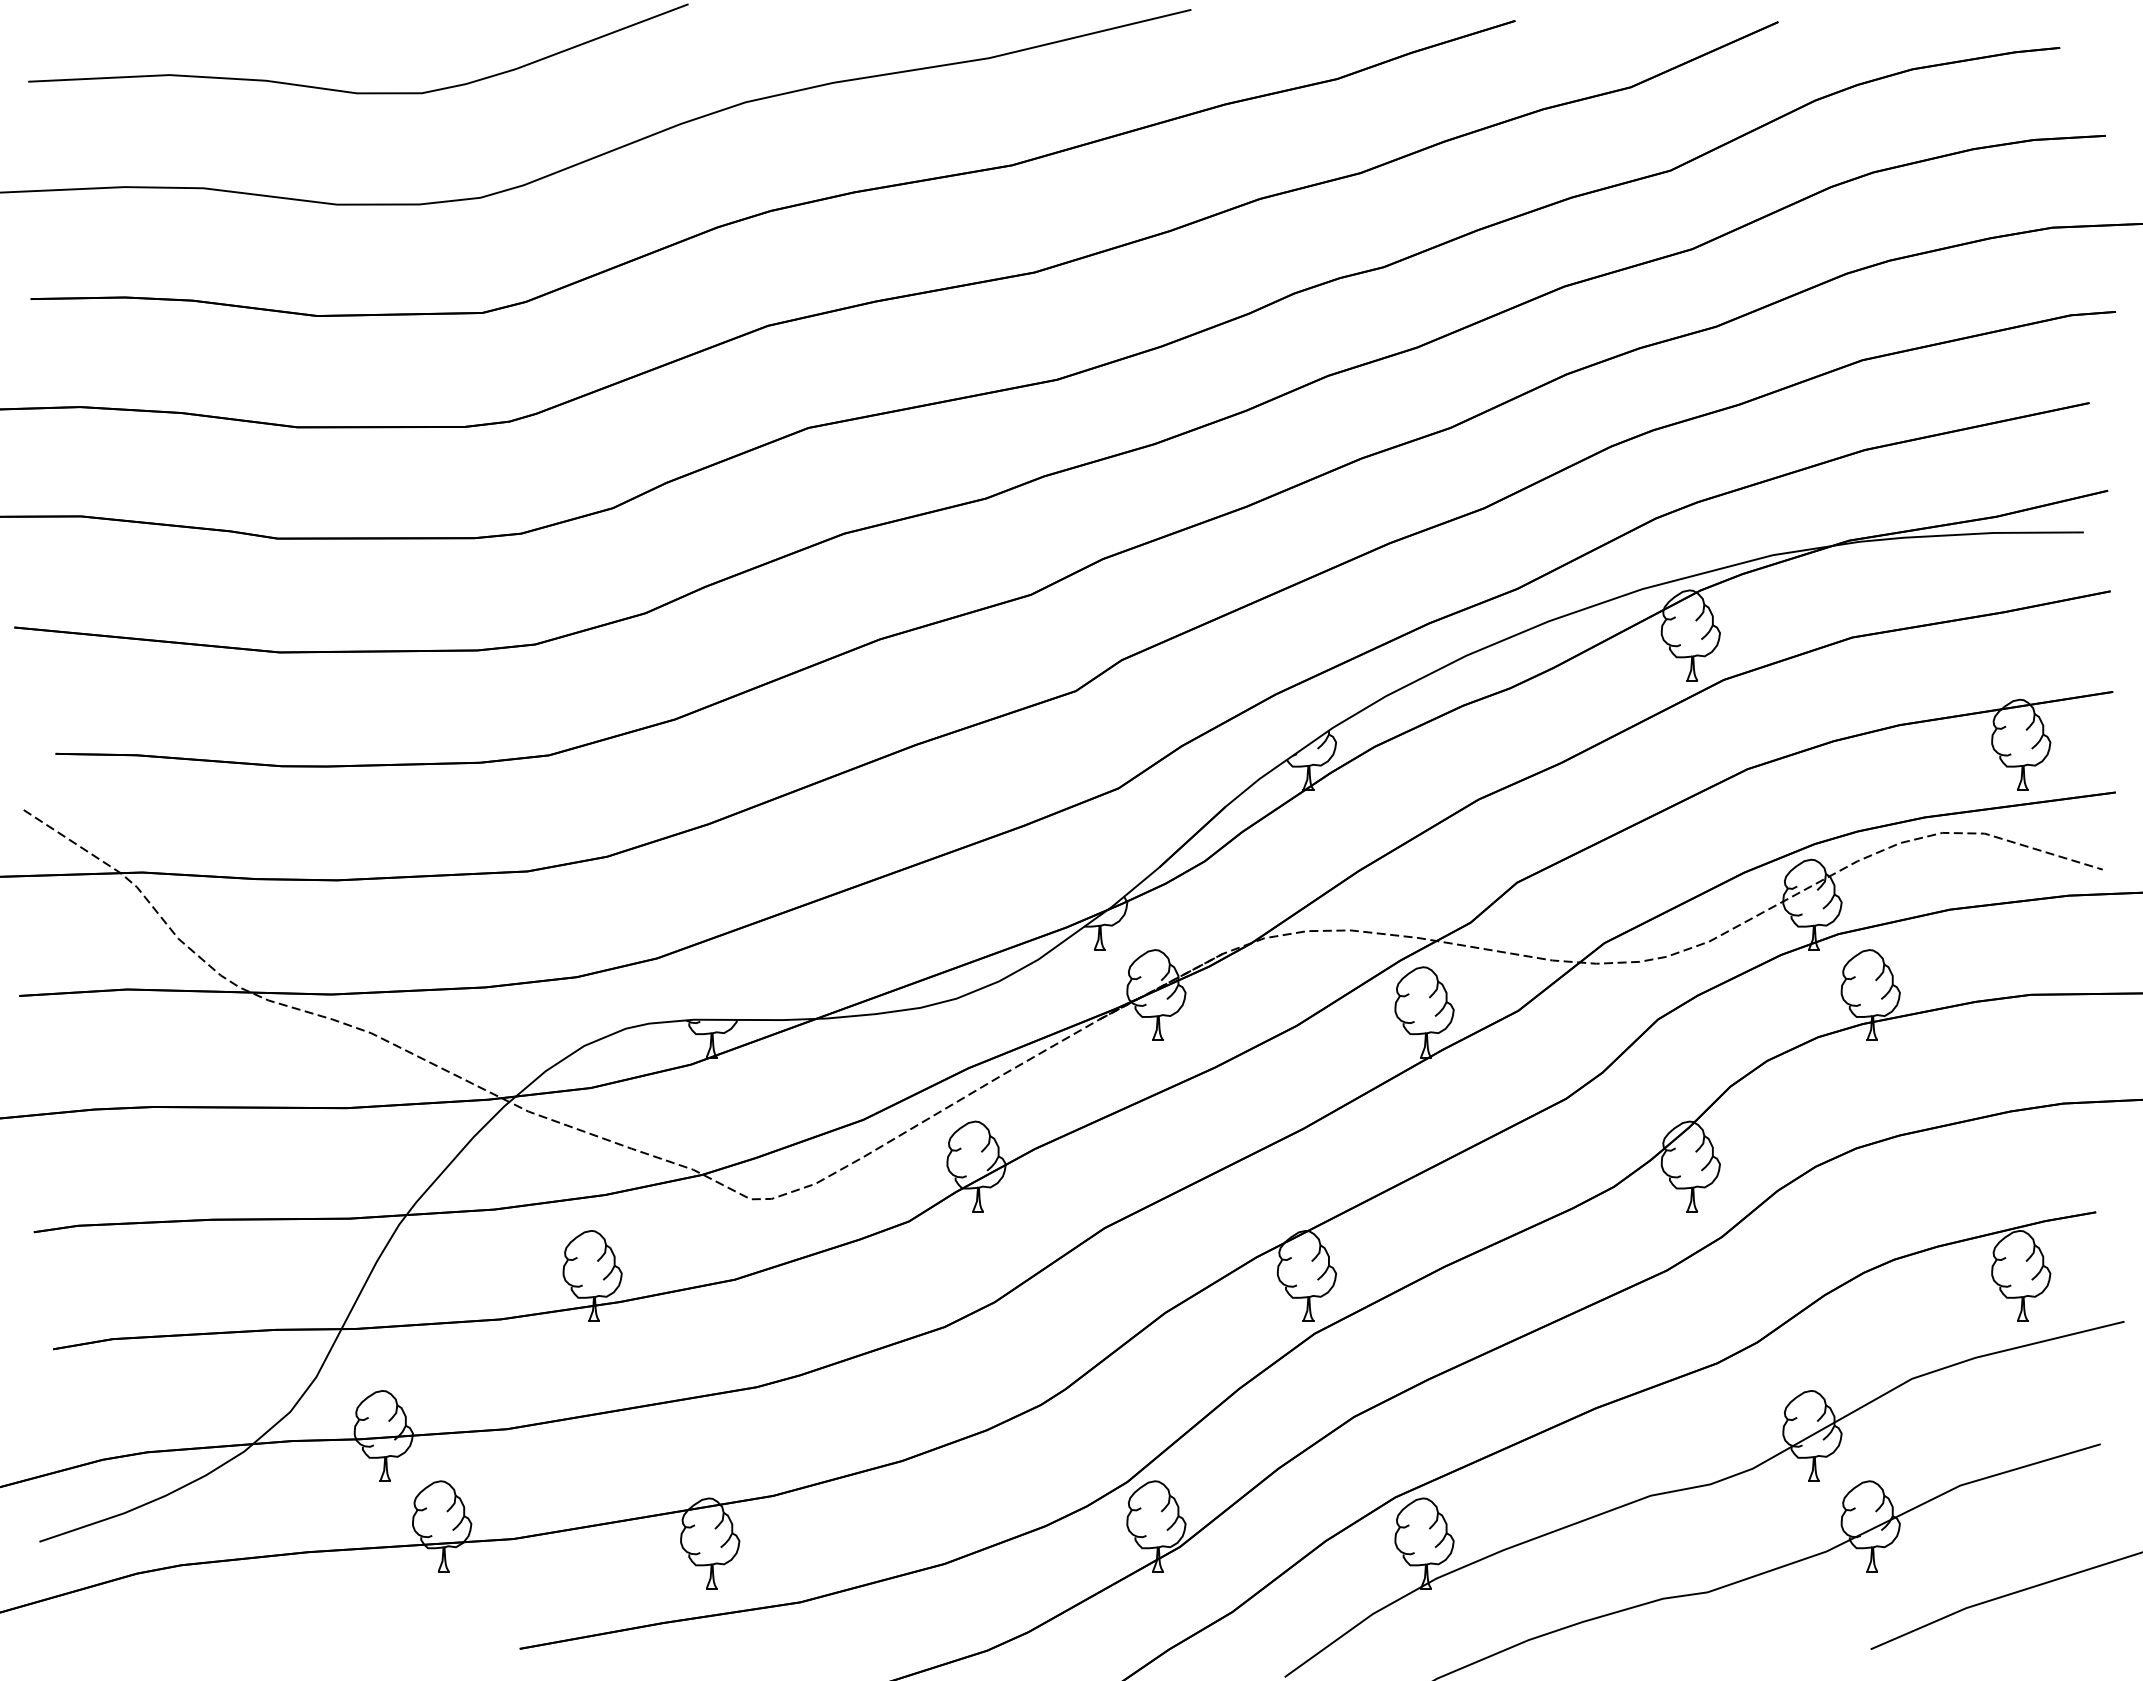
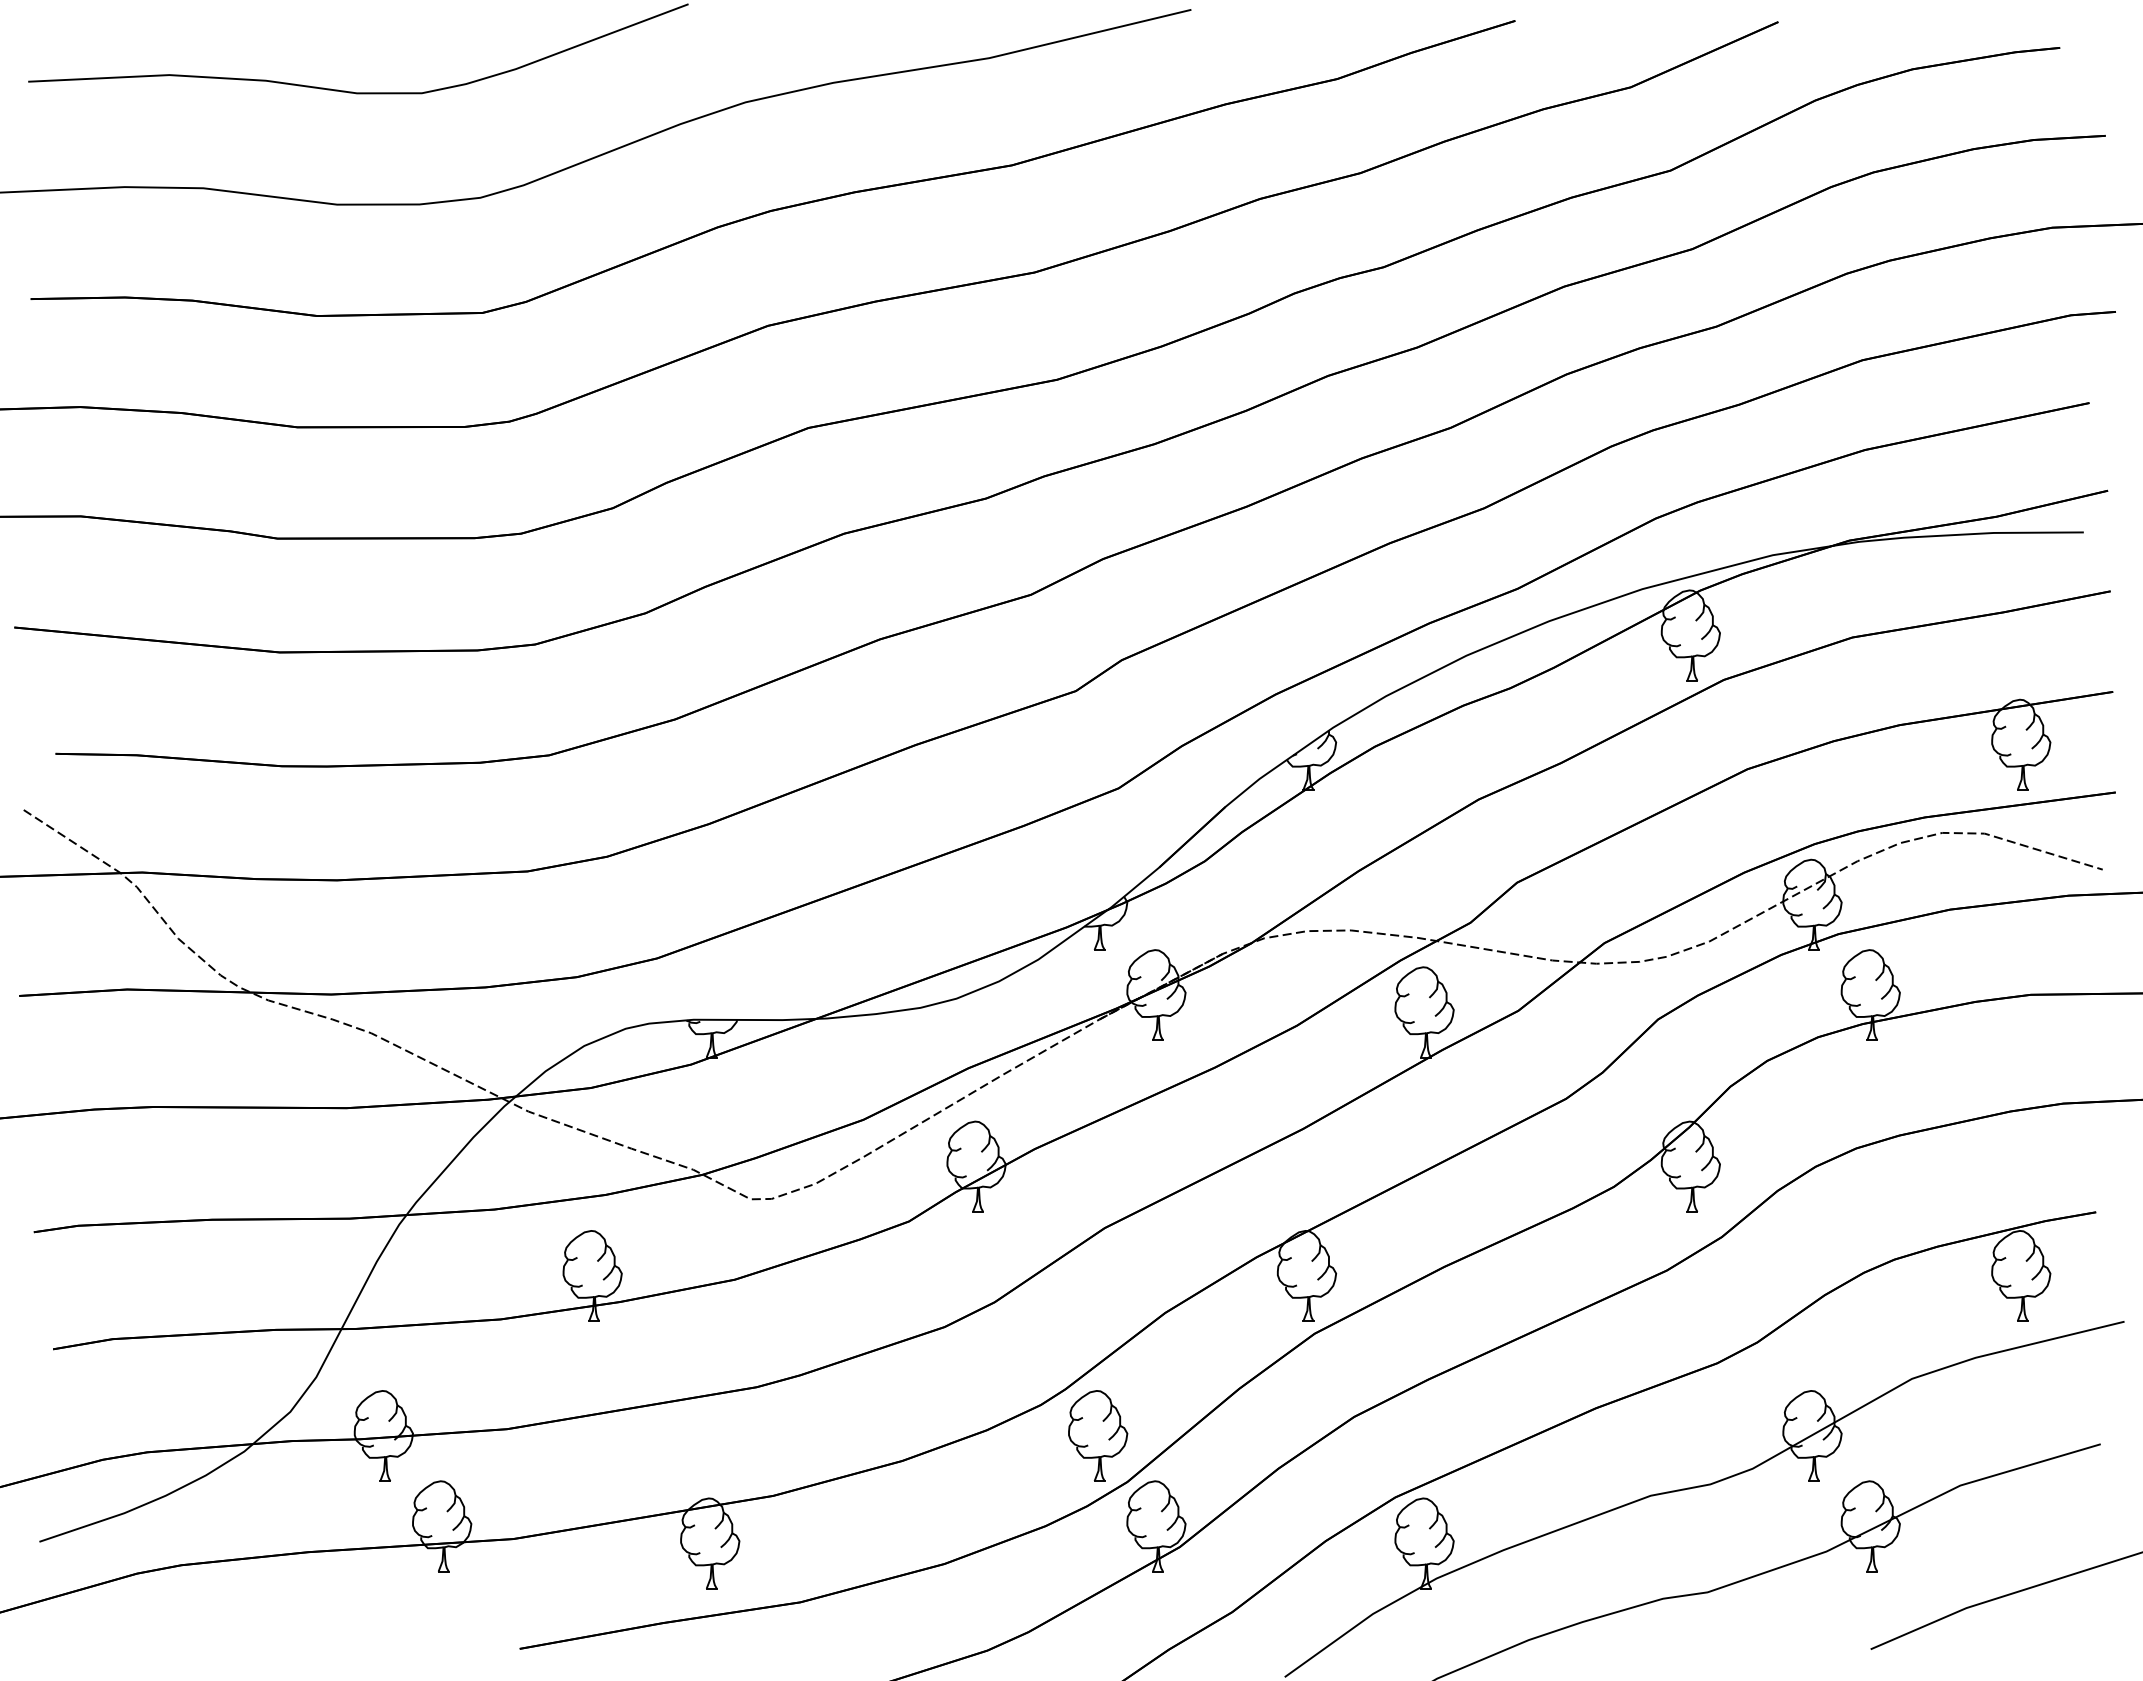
part at (1098, 1435): none -> present
